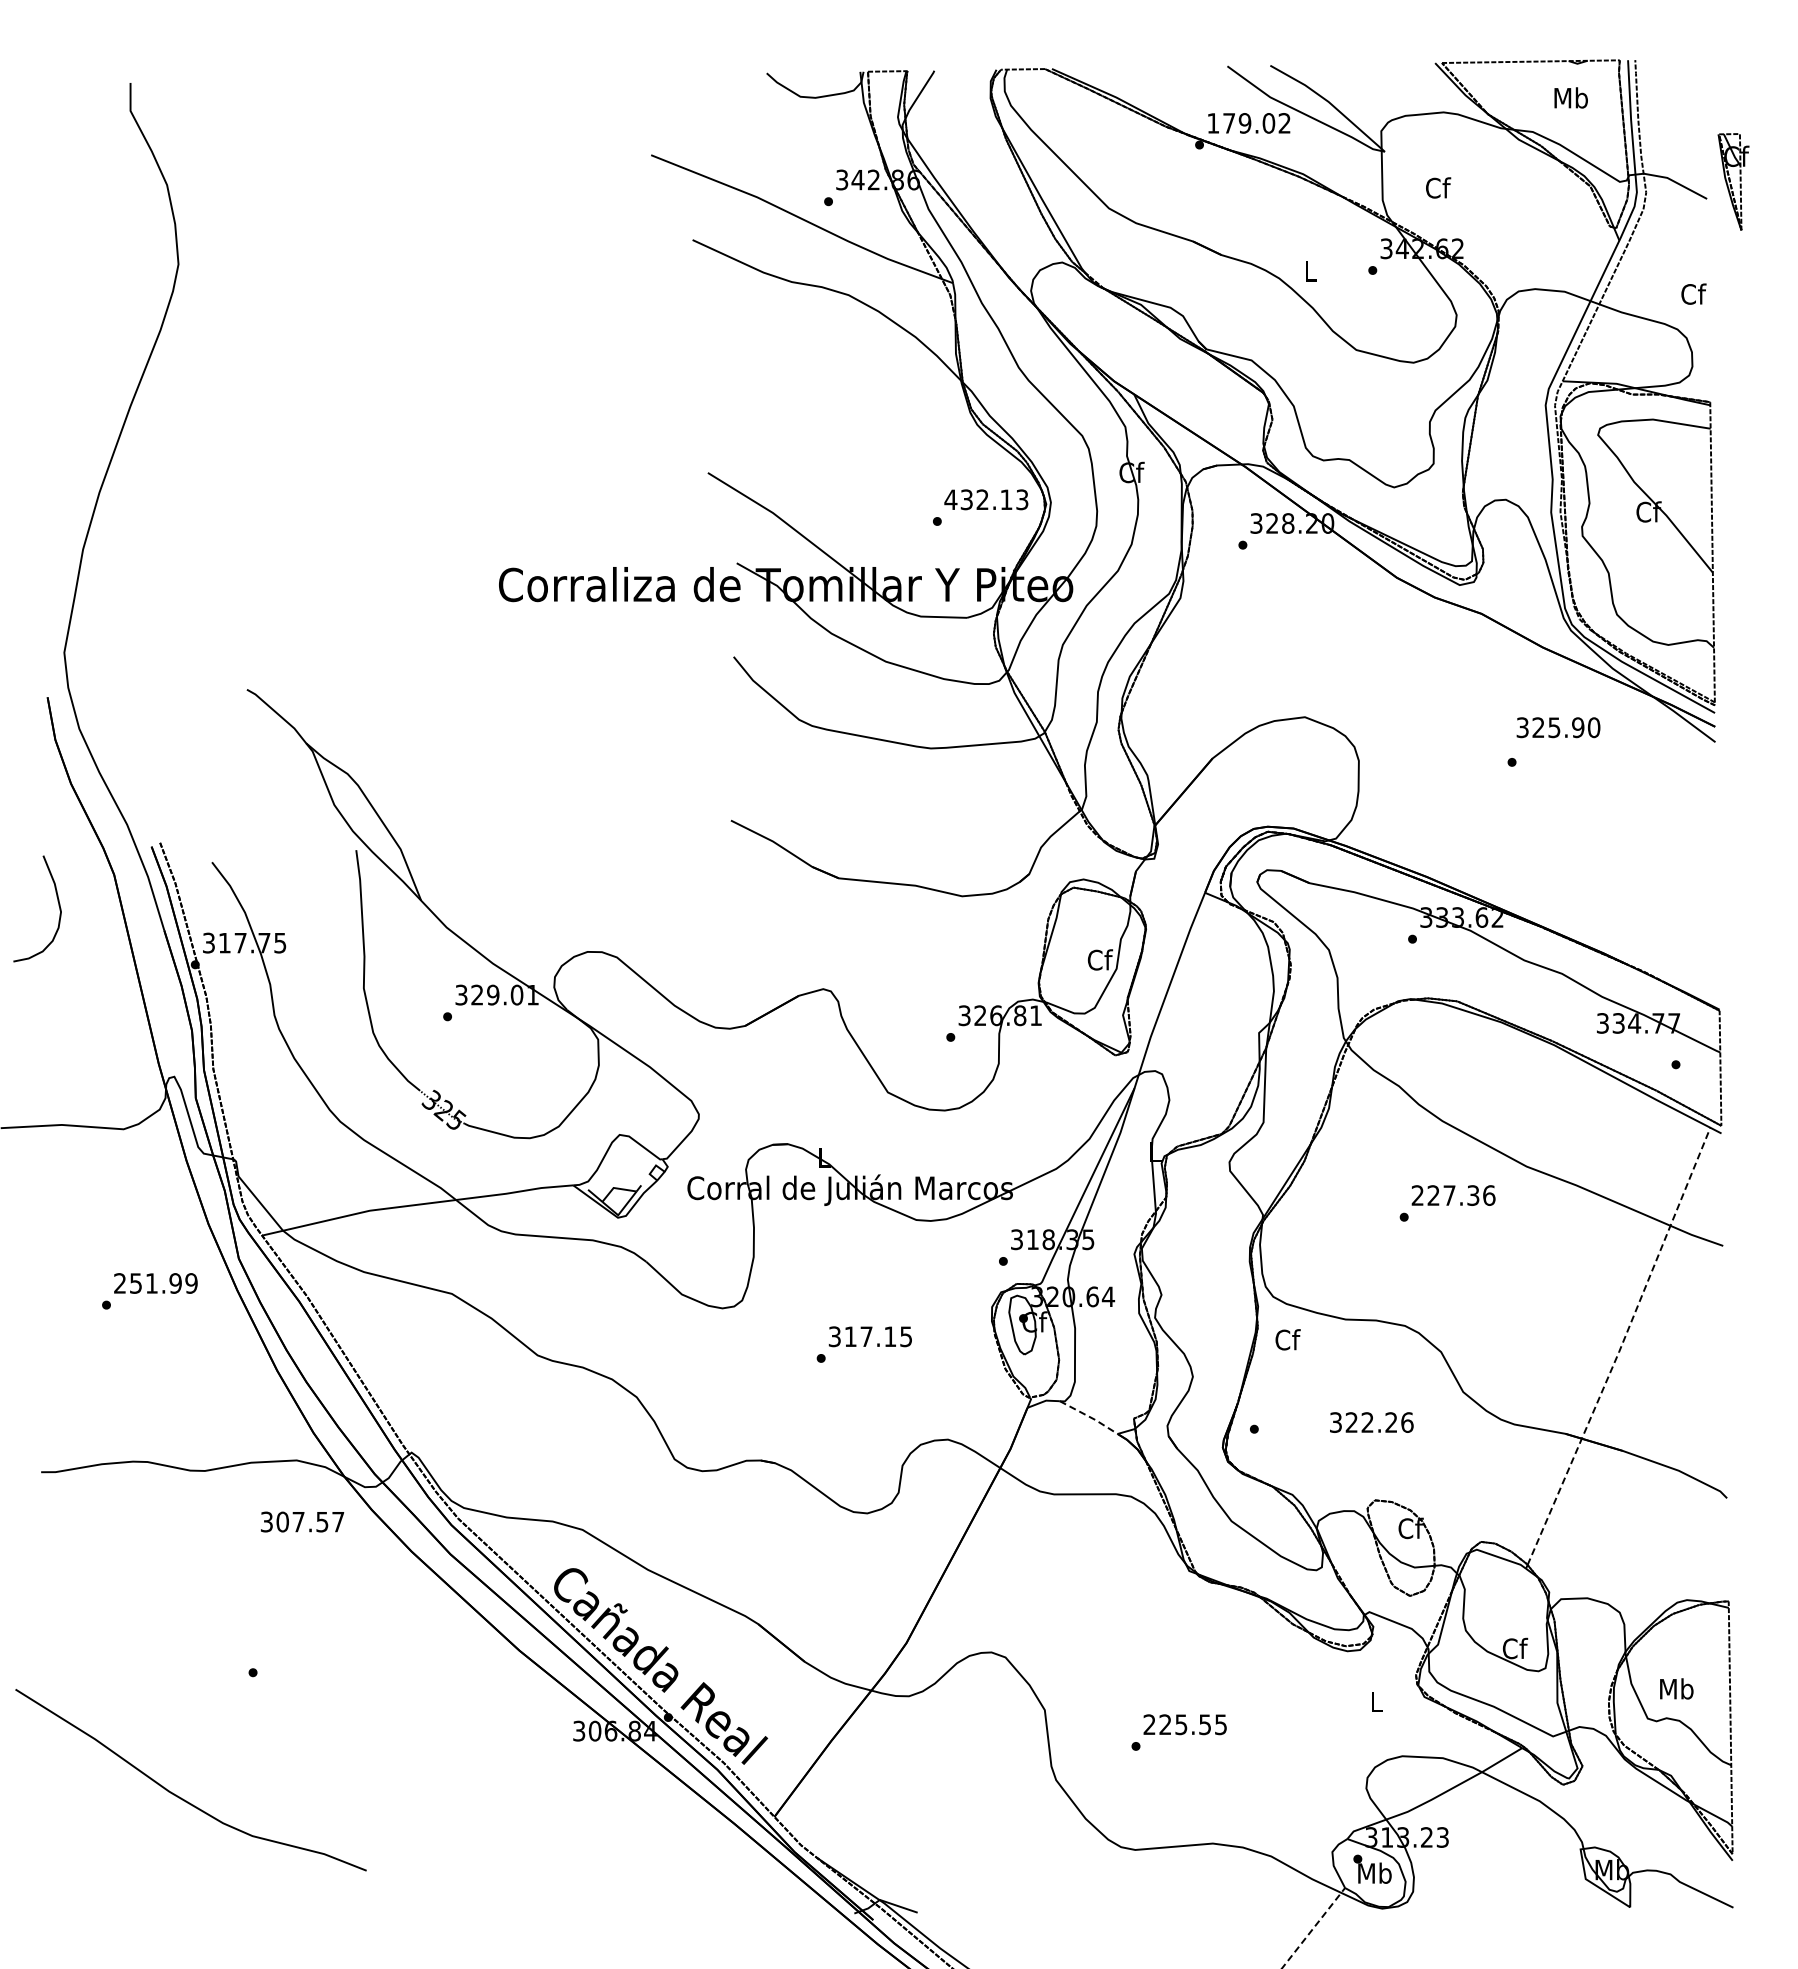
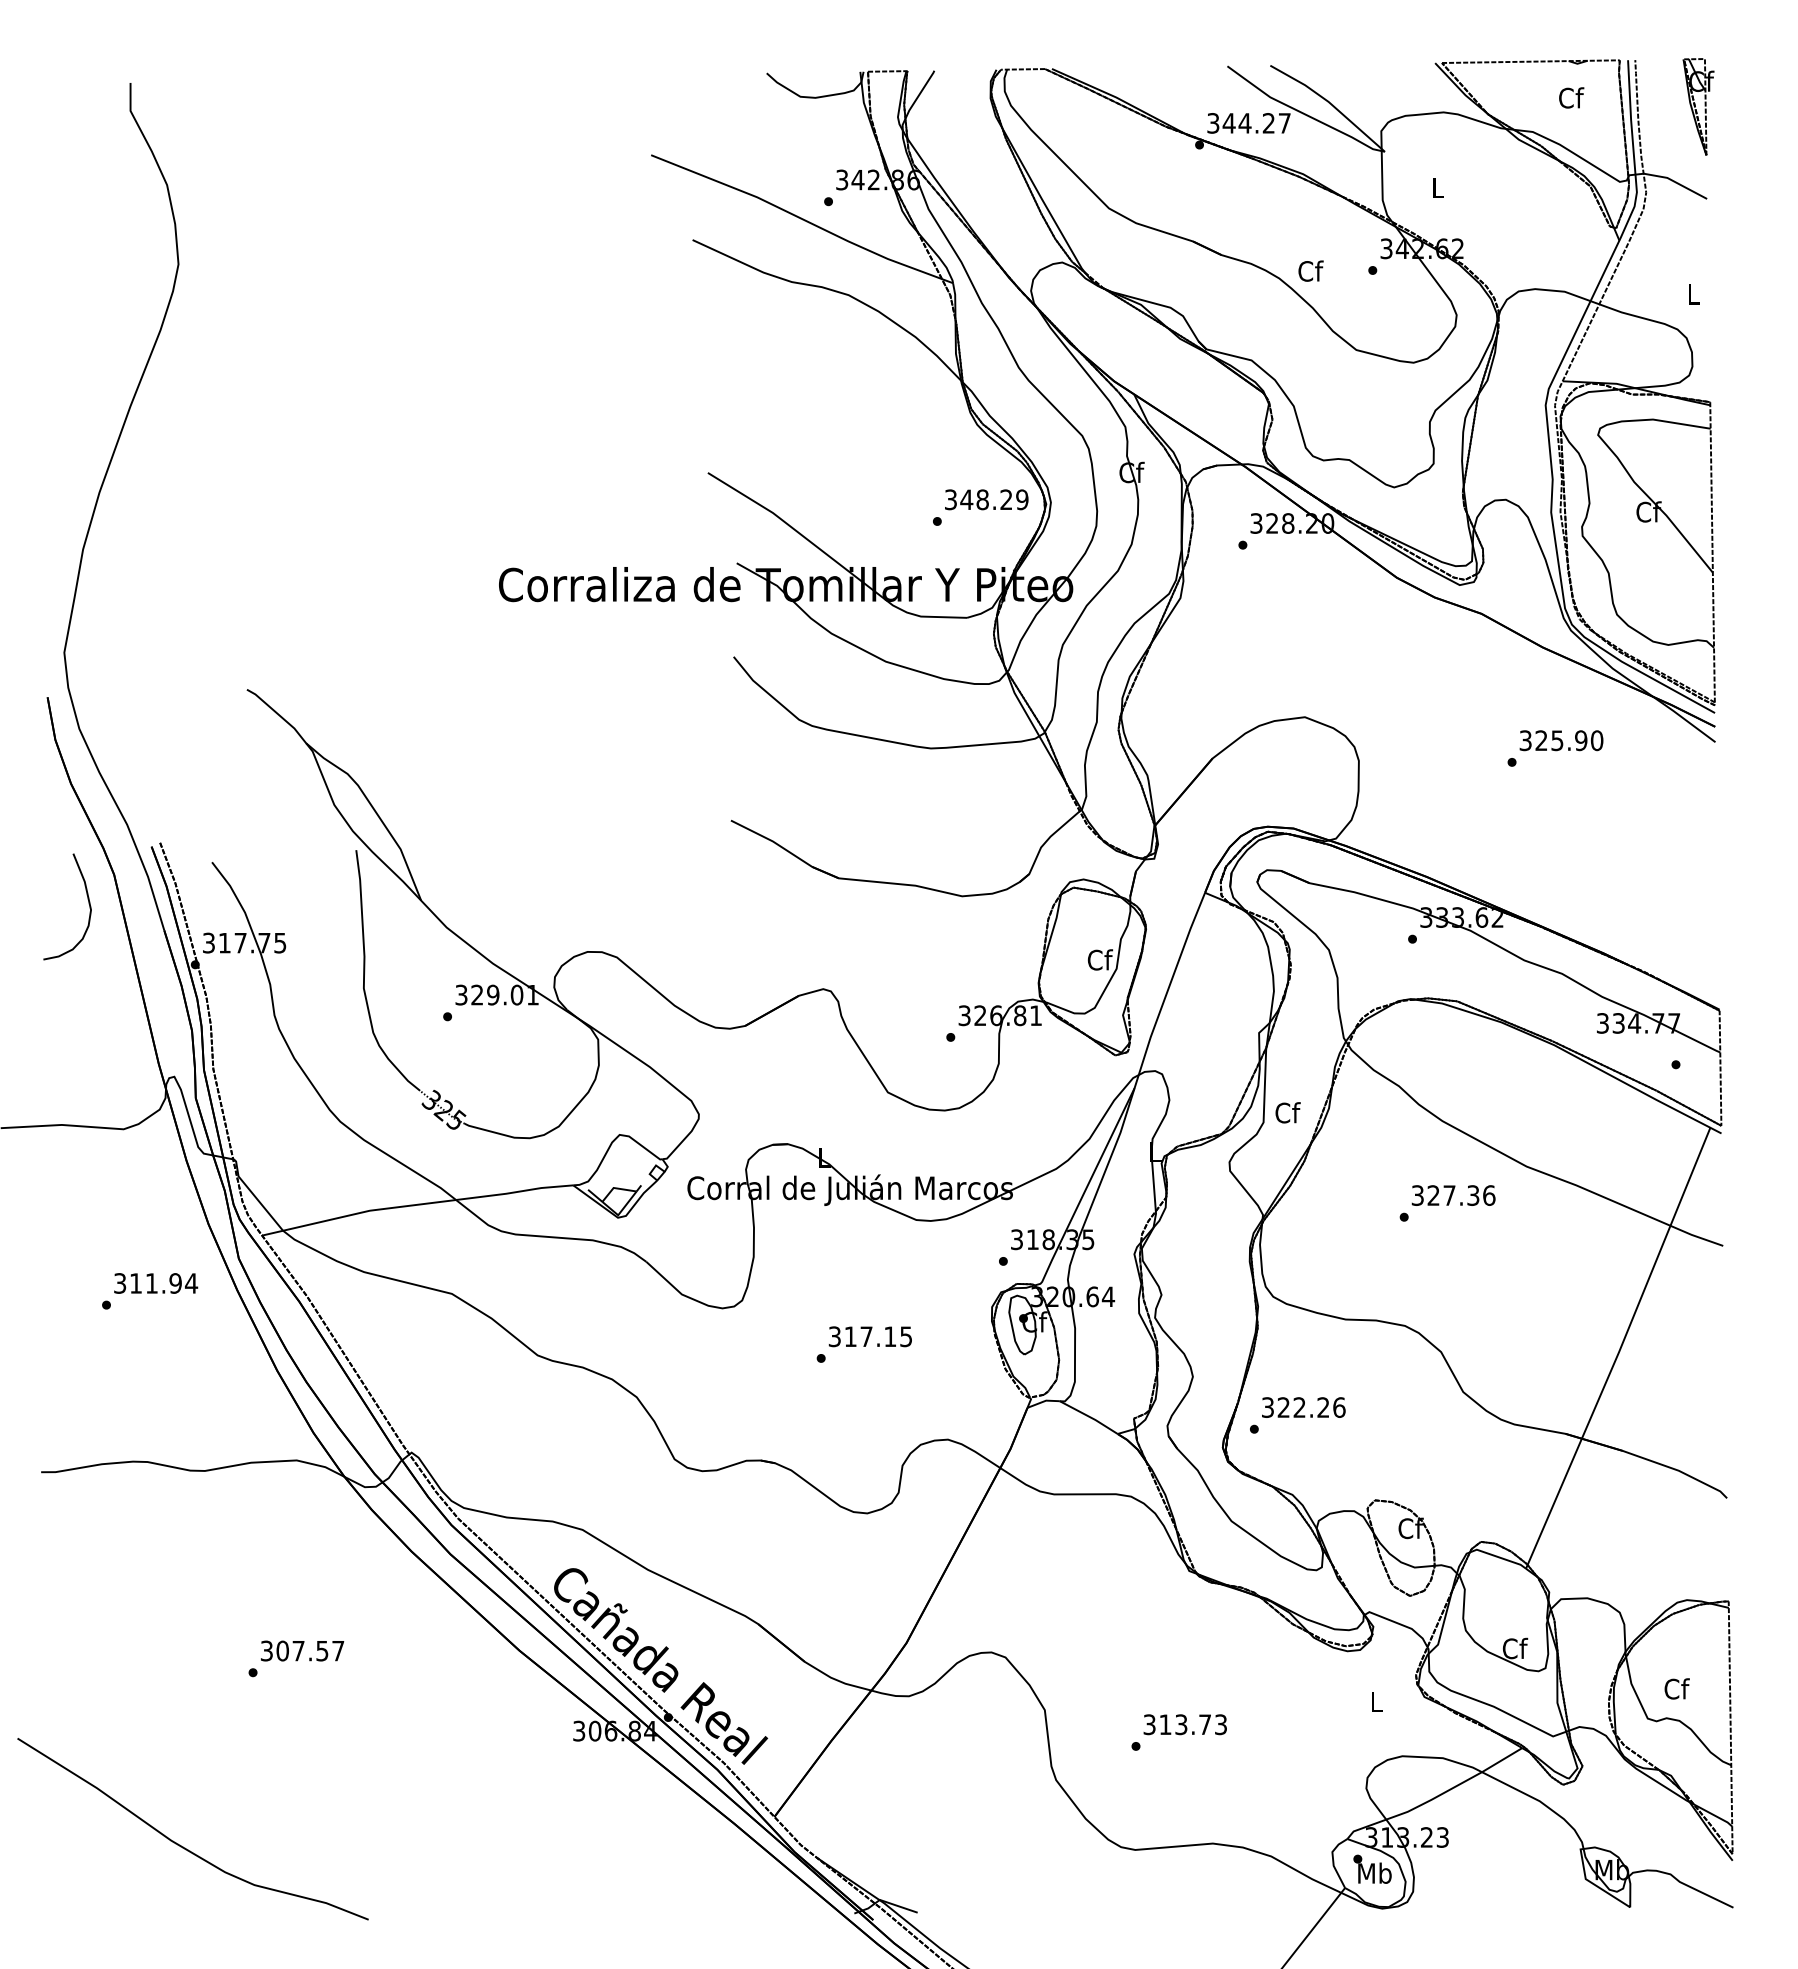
text at (1570, 97): Mb -> Cf
text at (1248, 123): 179.02 -> 344.27
part at (1733, 181) position: (1733, 181) -> (1698, 106)
text at (1438, 187): Cf -> L
text at (1310, 270): L -> Cf
text at (1693, 293): Cf -> L
text at (986, 499): 432.13 -> 348.29
text at (1558, 727) position: (1558, 727) -> (1561, 740)
curve at (58, 906) position: (58, 906) -> (88, 904)
text at (1417, 1195): 227.36 -> 327.36
text at (156, 1283): 251.99 -> 311.94
text at (1287, 1339) position: (1287, 1339) -> (1287, 1112)
line at (1620, 1347): dashed -> solid
line at (1090, 1417): dashed -> solid
text at (1371, 1422) position: (1371, 1422) -> (1303, 1407)
text at (302, 1521) position: (302, 1521) -> (302, 1650)
text at (1676, 1688): Mb -> Cf
text at (1184, 1724): 225.55 -> 313.73
curve at (181, 1797) position: (181, 1797) -> (183, 1846)
line at (1313, 1928): dashed -> solid
